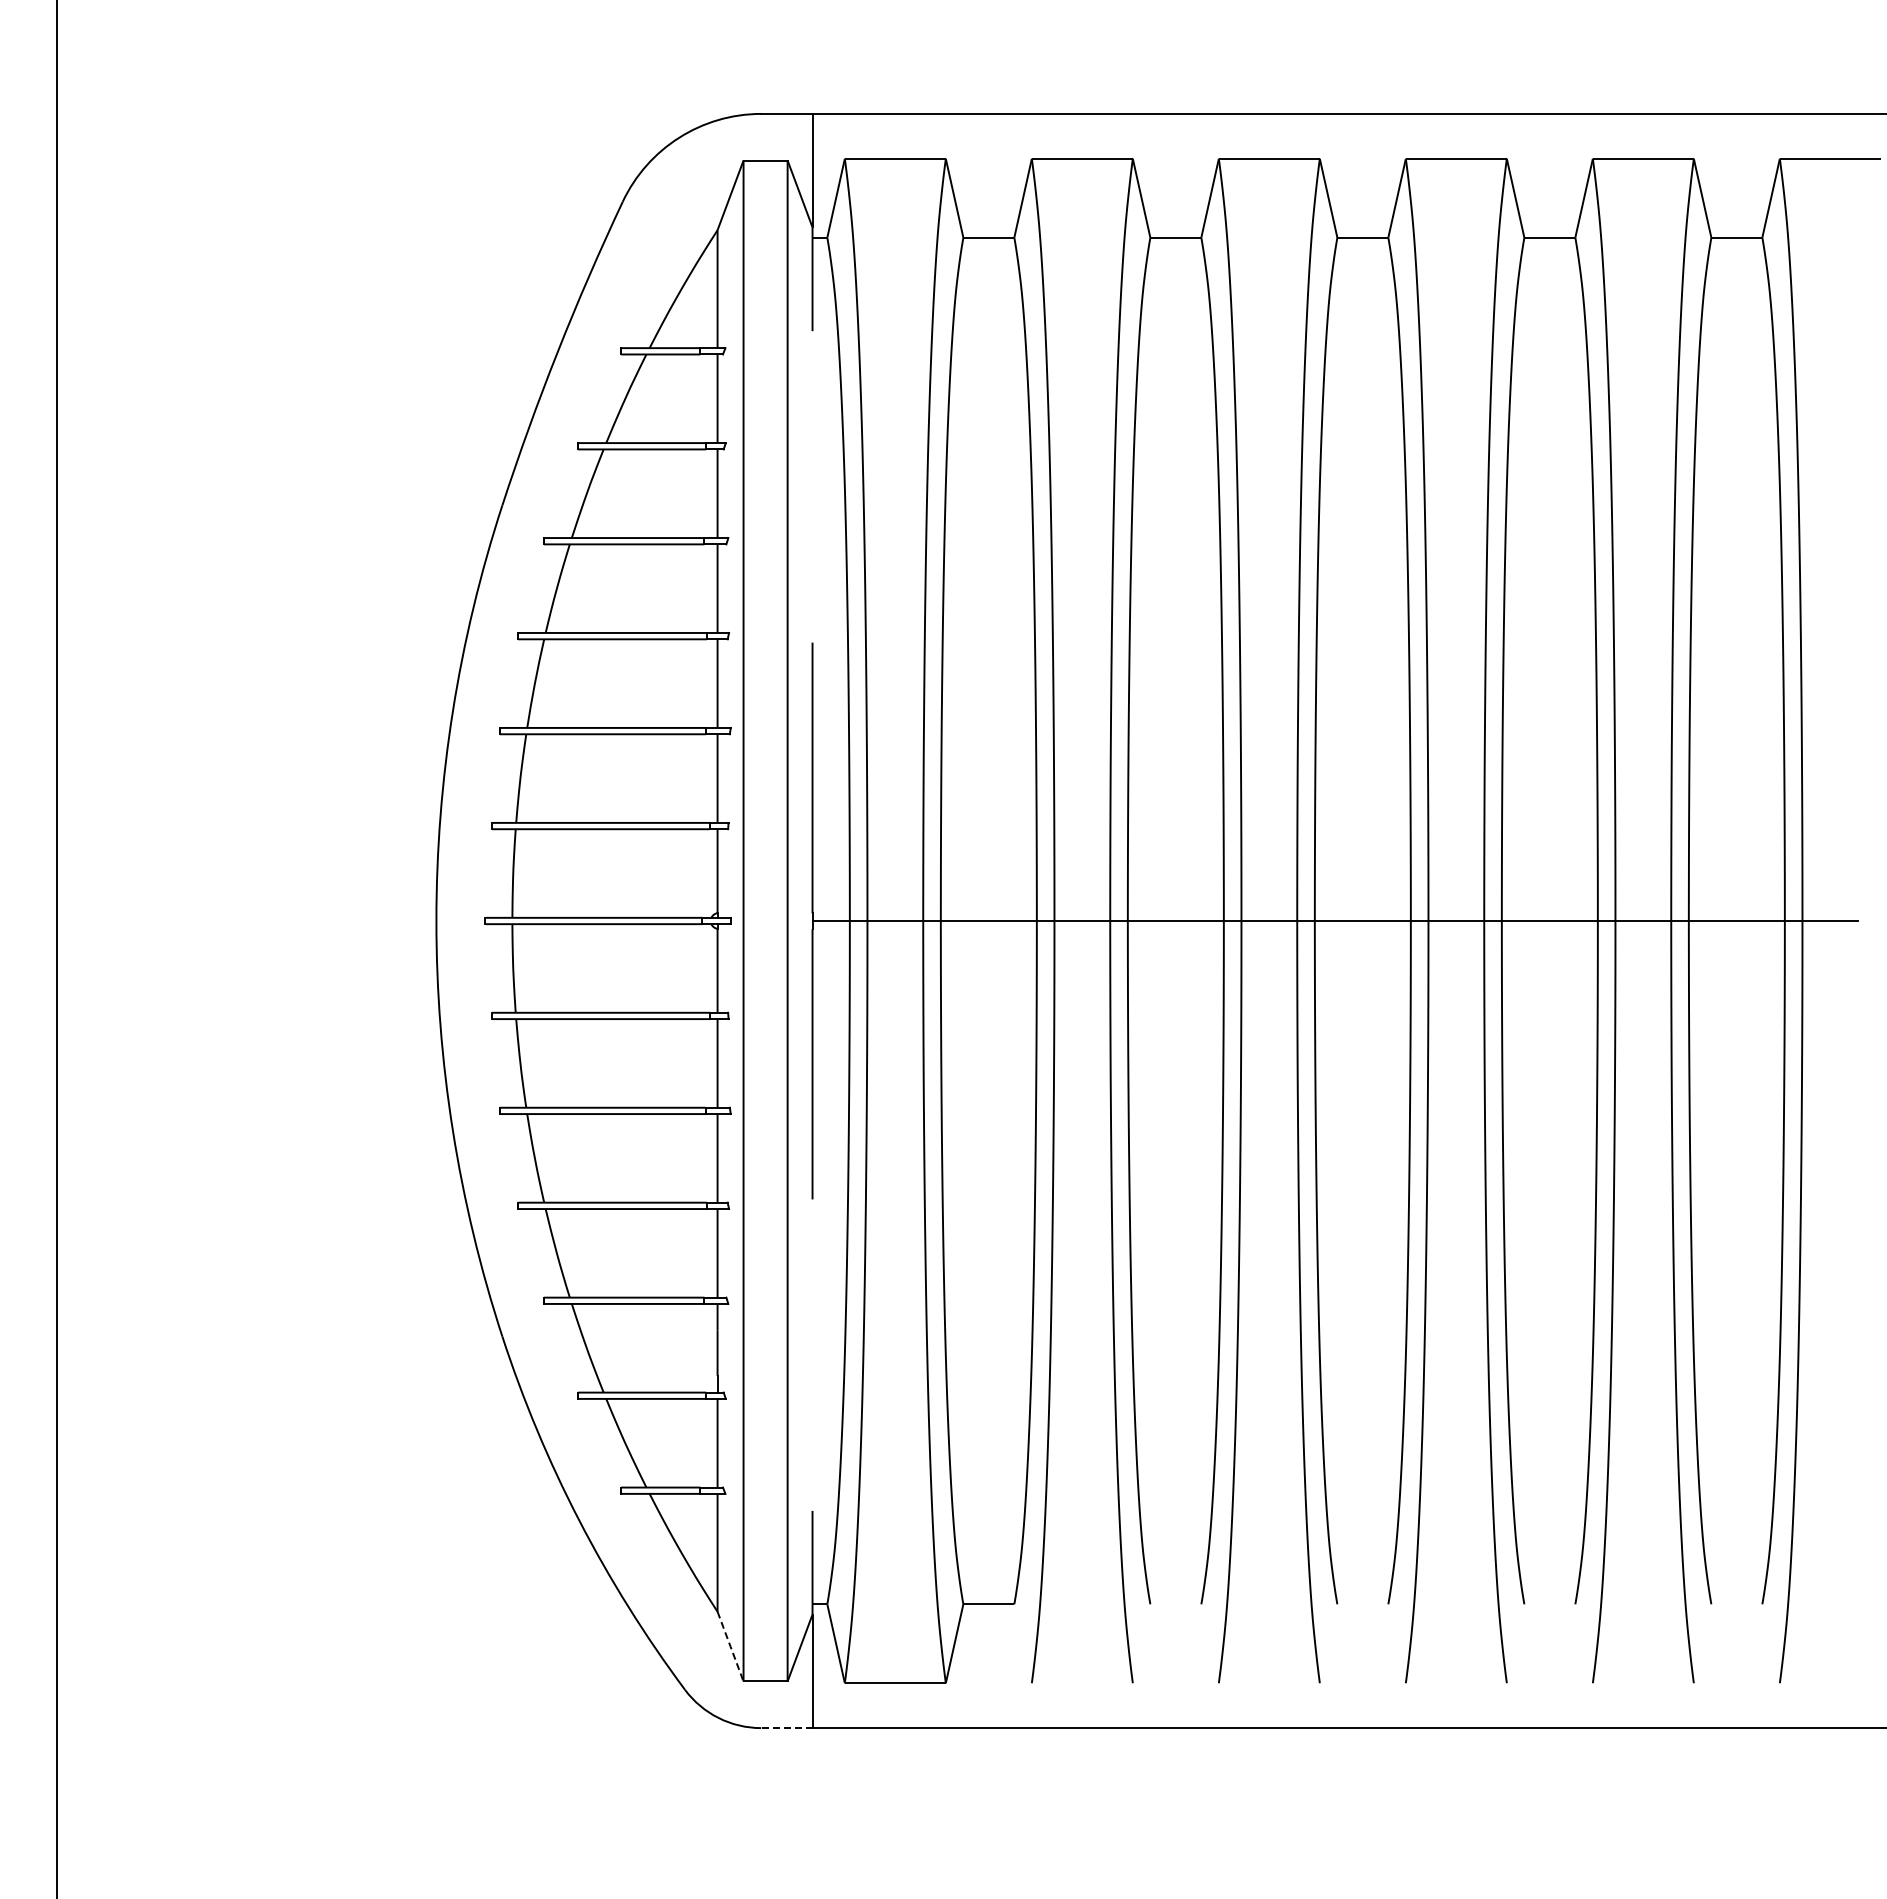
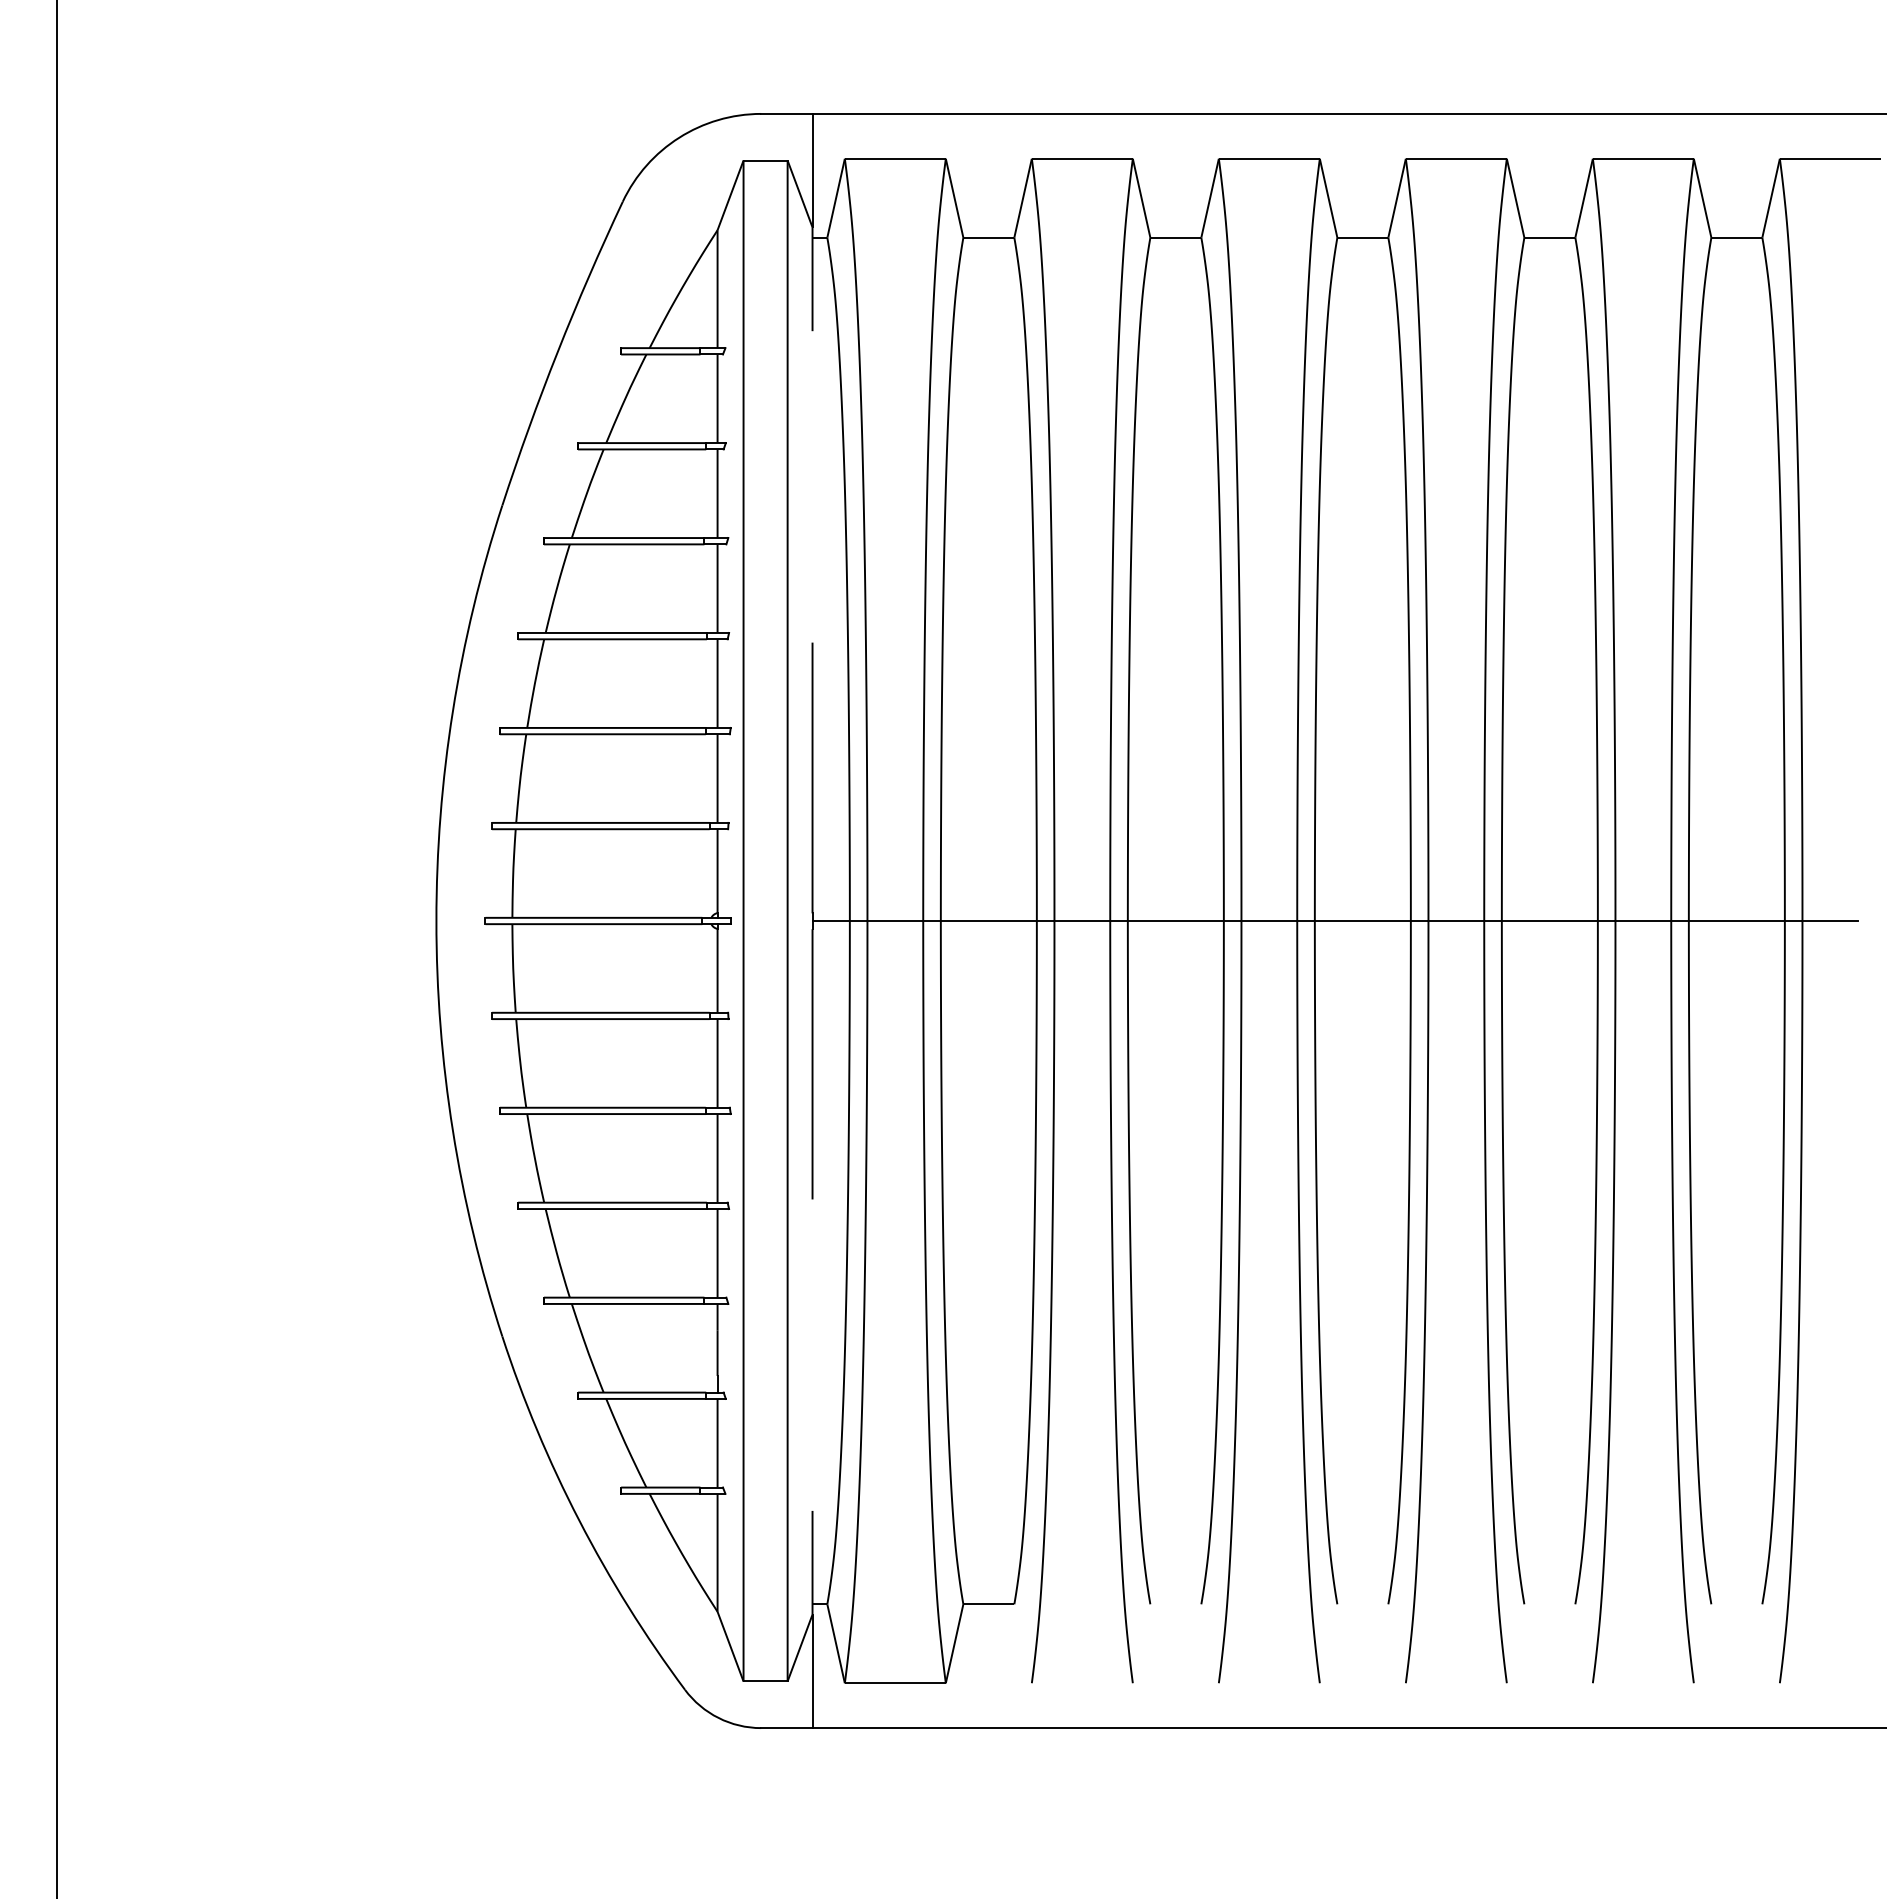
line at (730, 1646): dashed -> solid
line at (786, 1728): dashed -> solid
